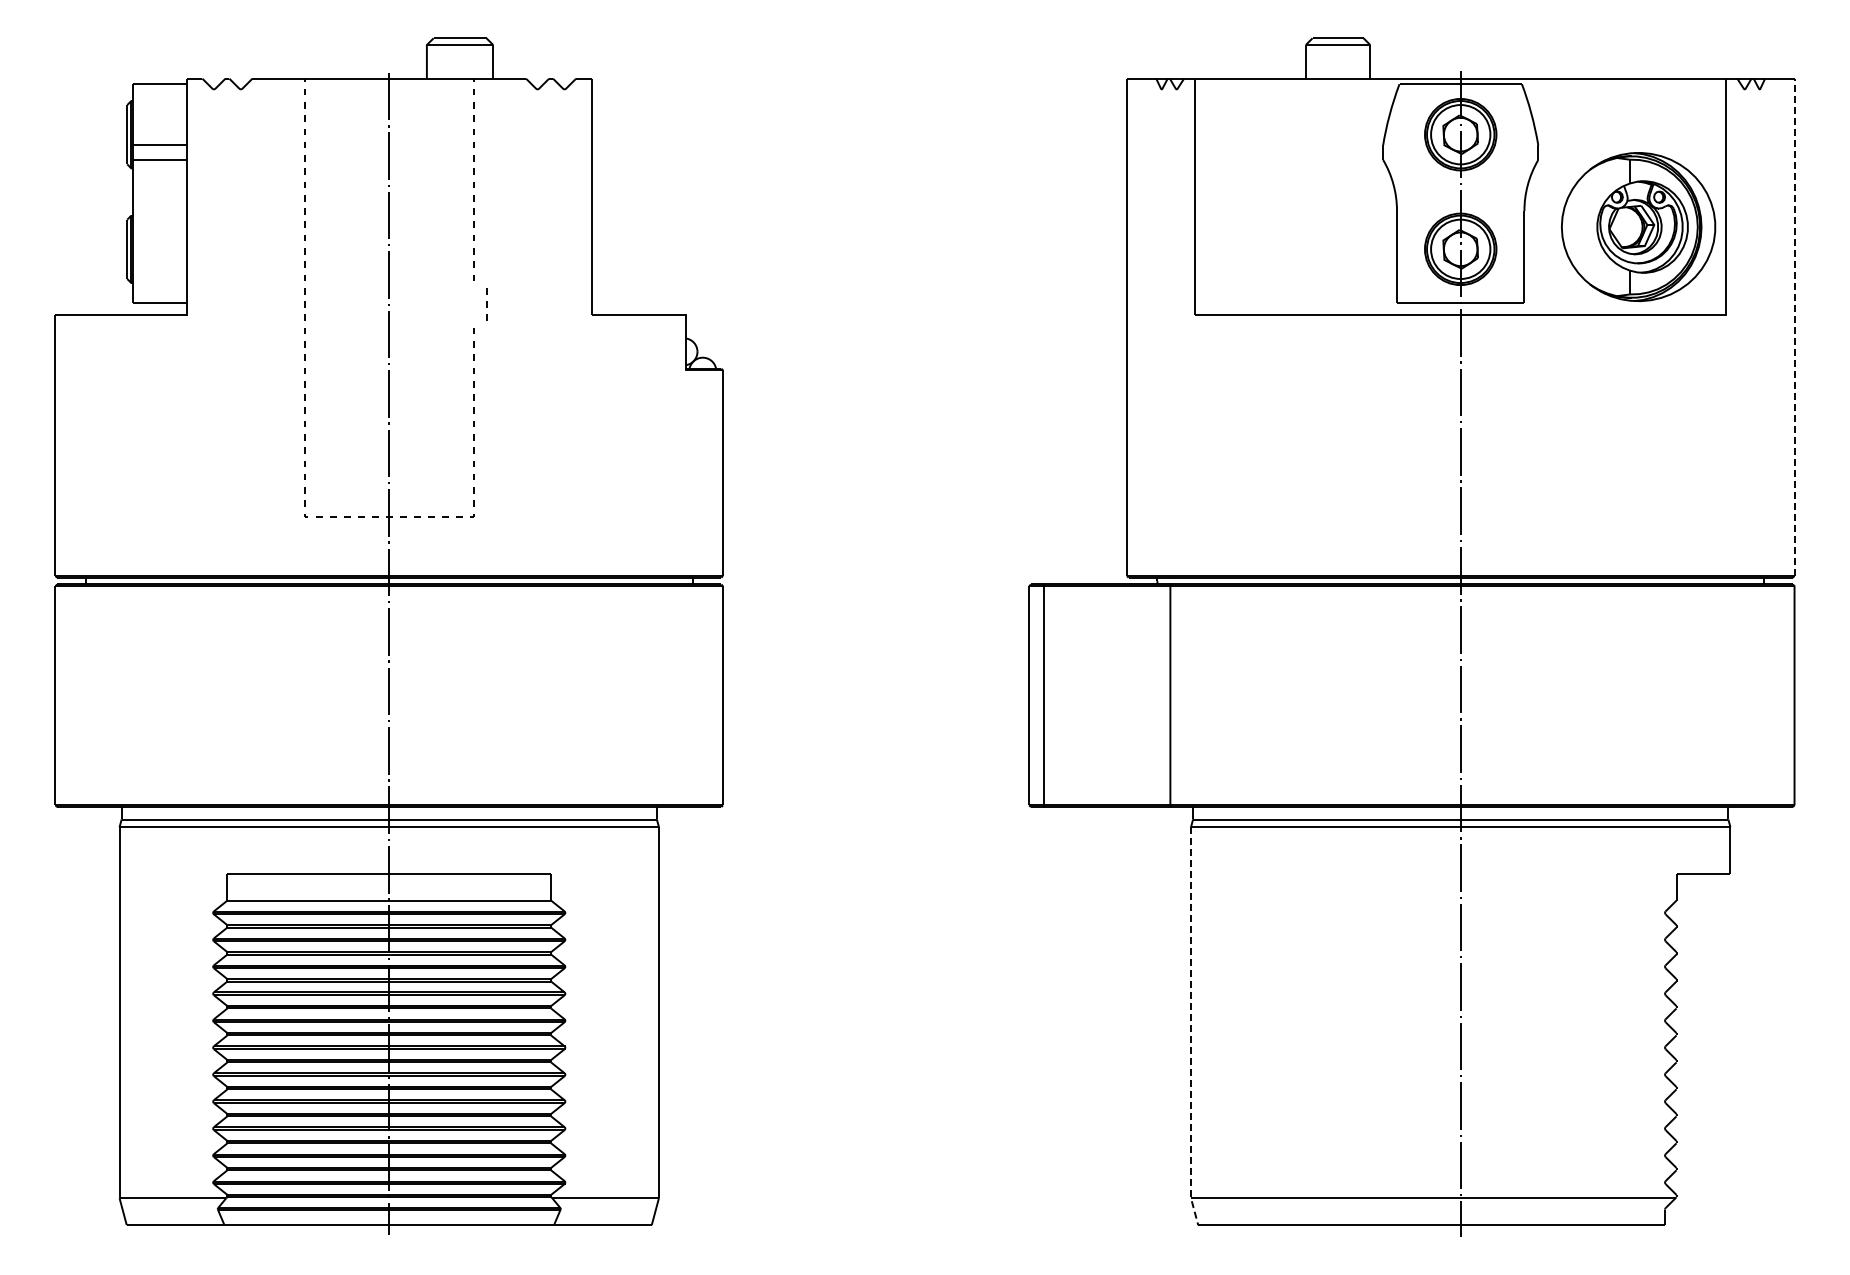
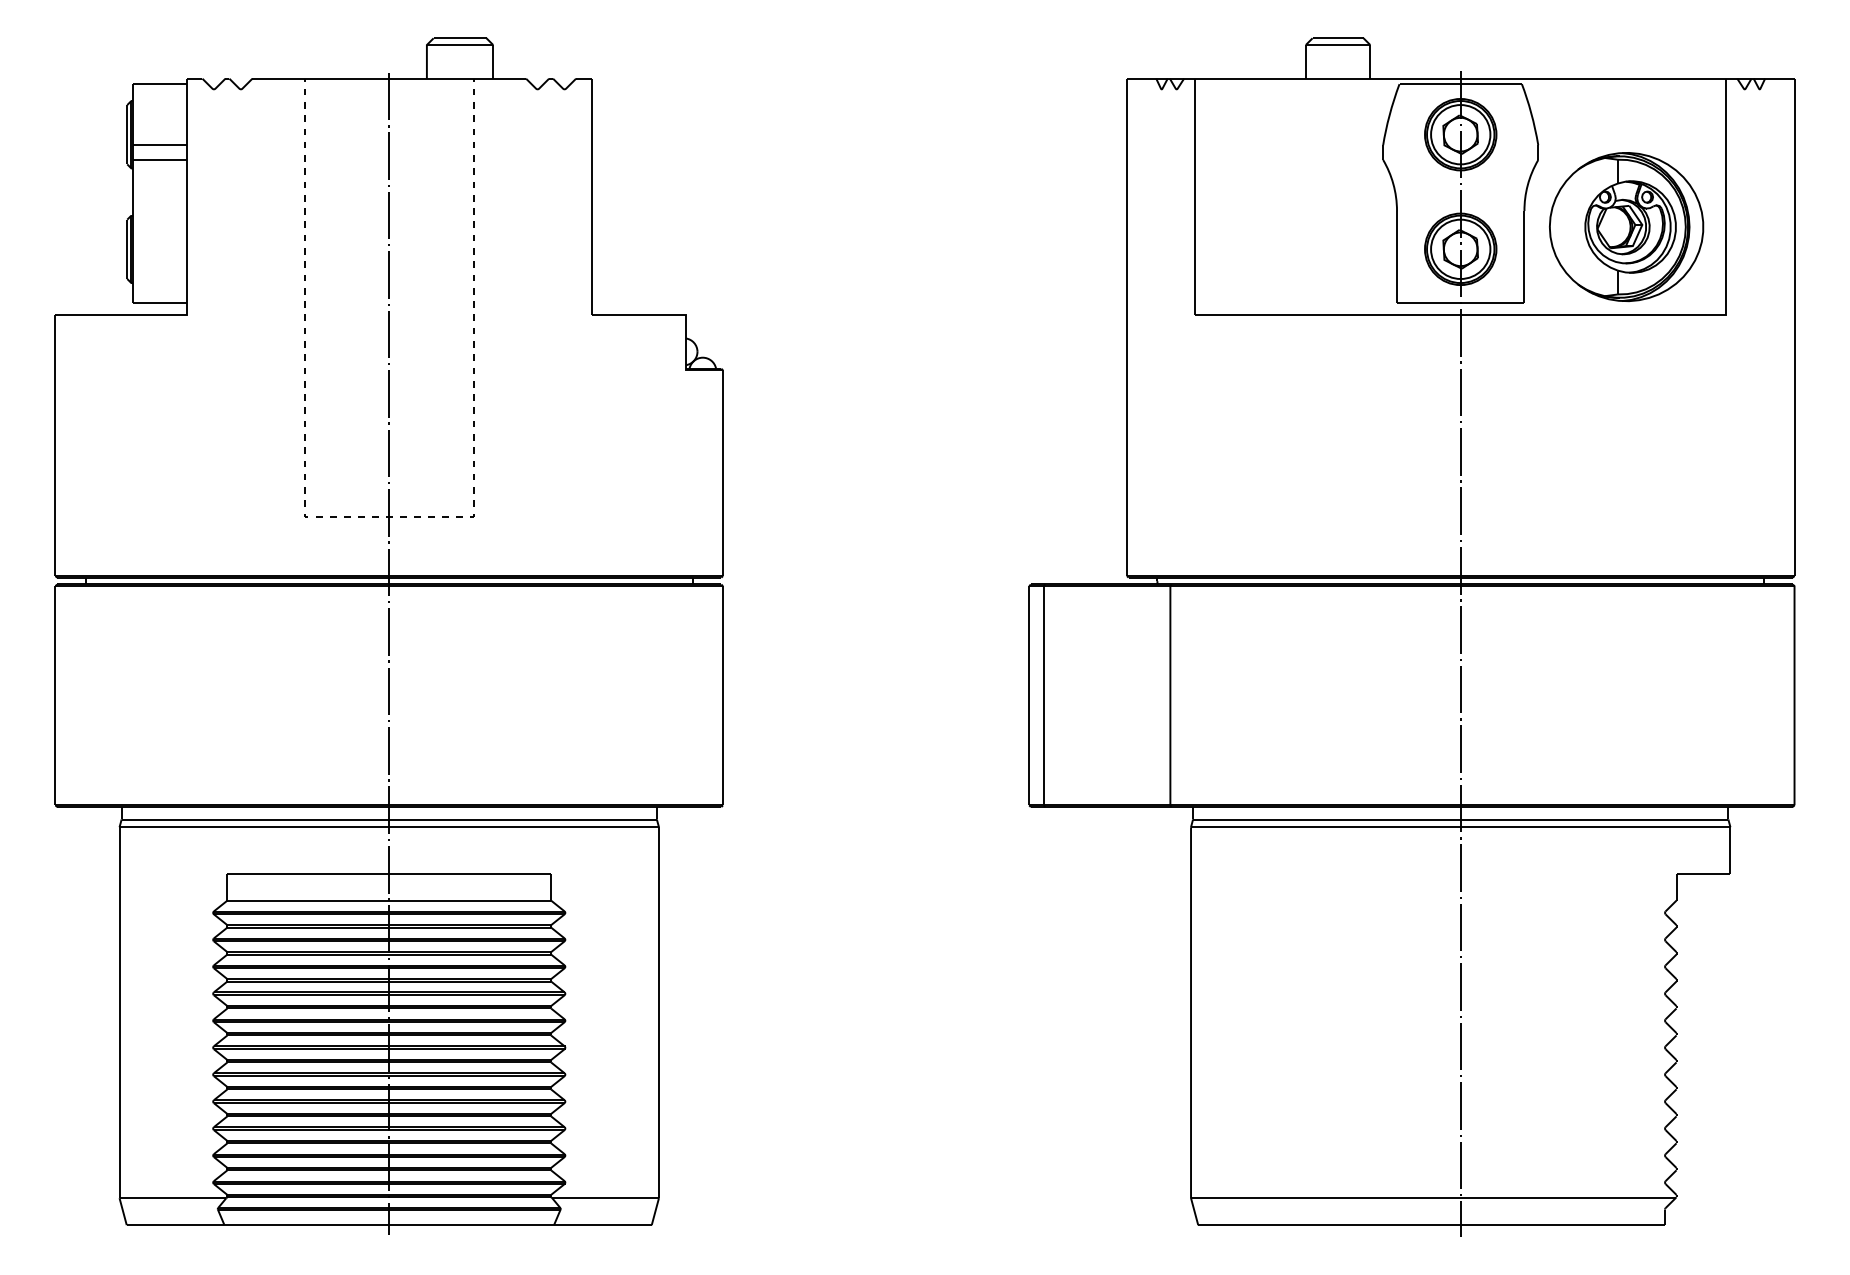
part at (1638, 227) position: (1638, 227) -> (1626, 227)
line at (486, 304) position: (486, 304) -> (473, 304)
line at (1794, 327): dashed -> solid
line at (1191, 1027): dashed -> solid
